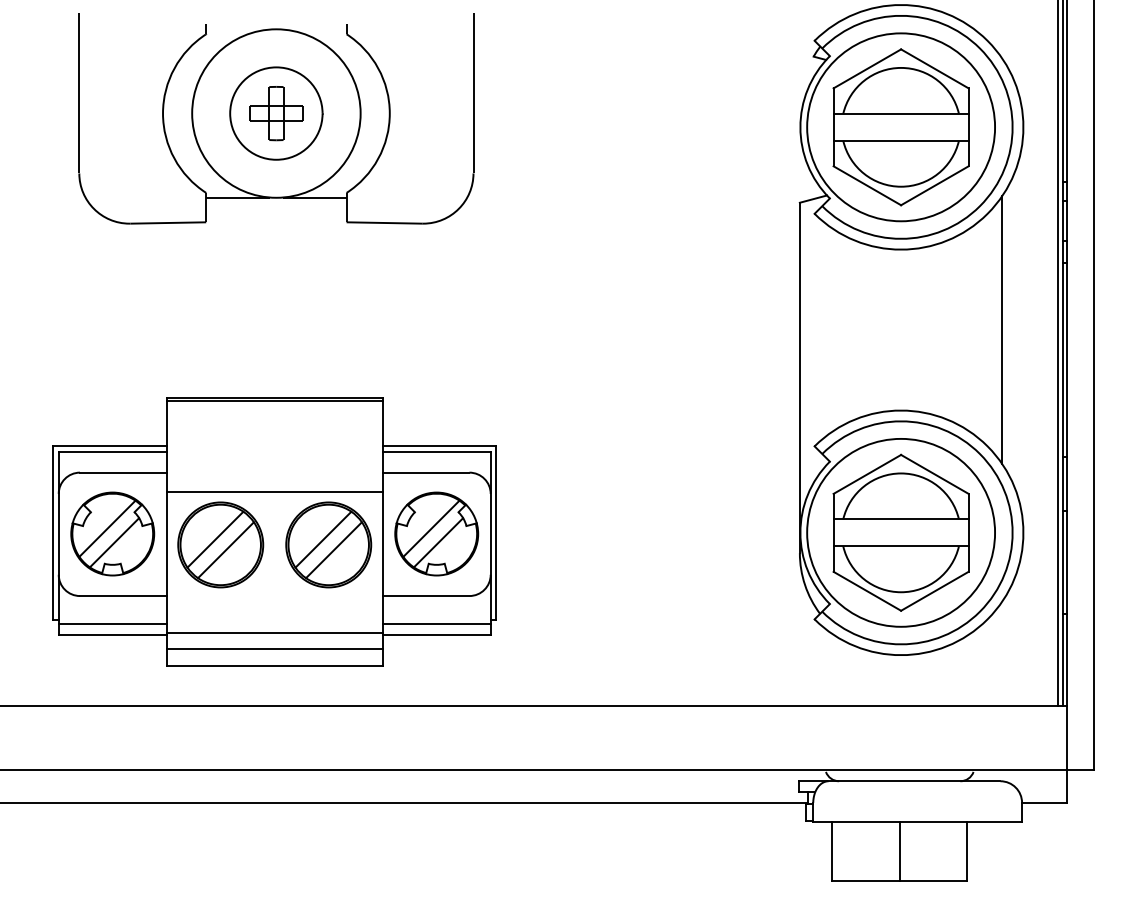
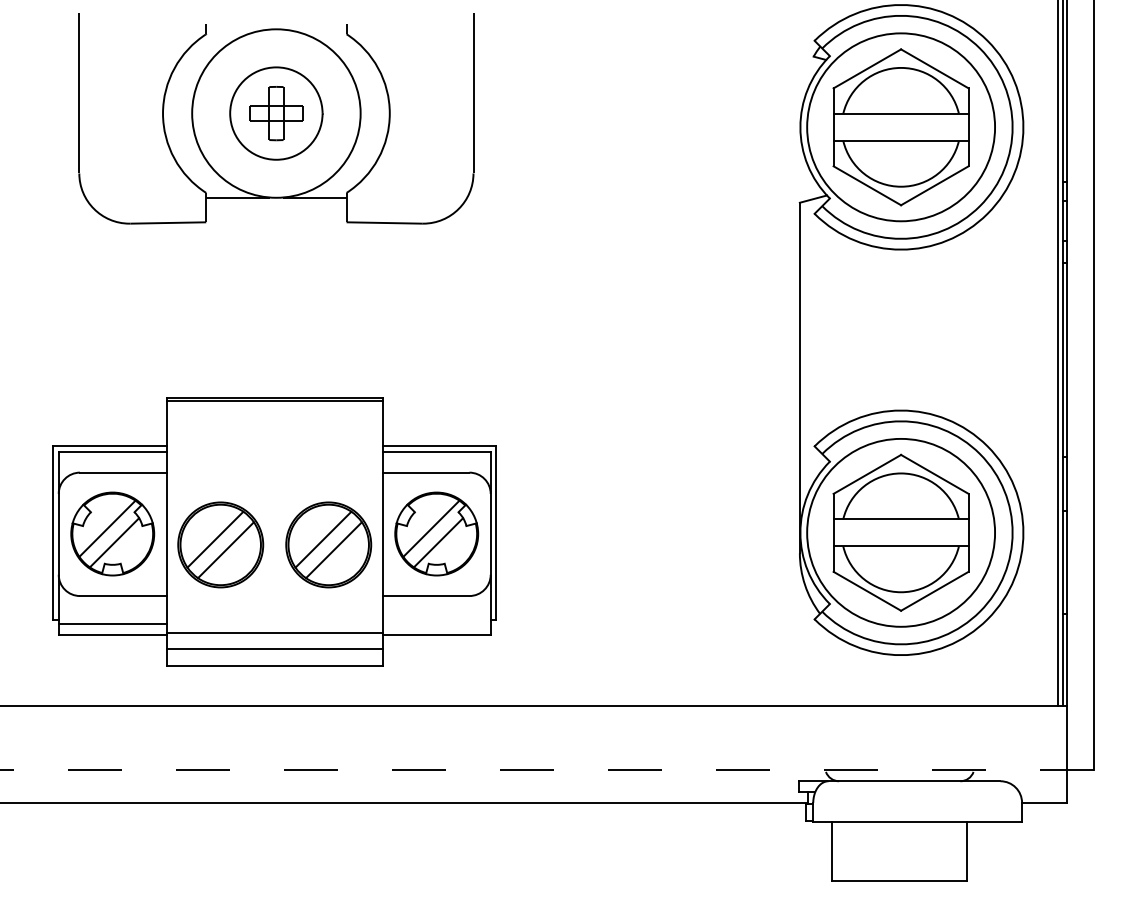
line at (1002, 329): present -> none
line at (274, 492): present -> none
line at (436, 624): present -> none
line at (547, 770): solid -> dashed
line at (899, 851): present -> none
